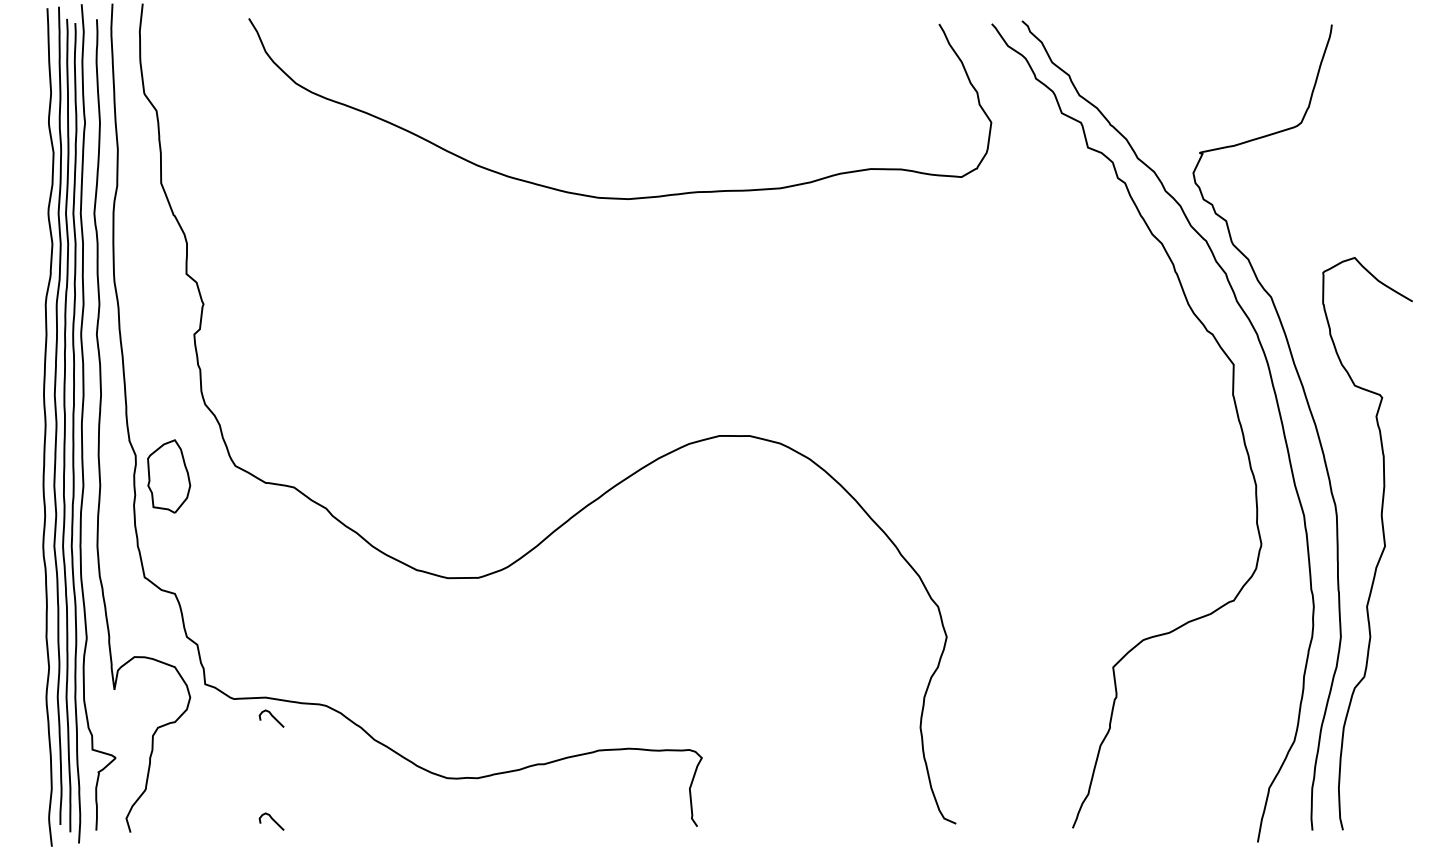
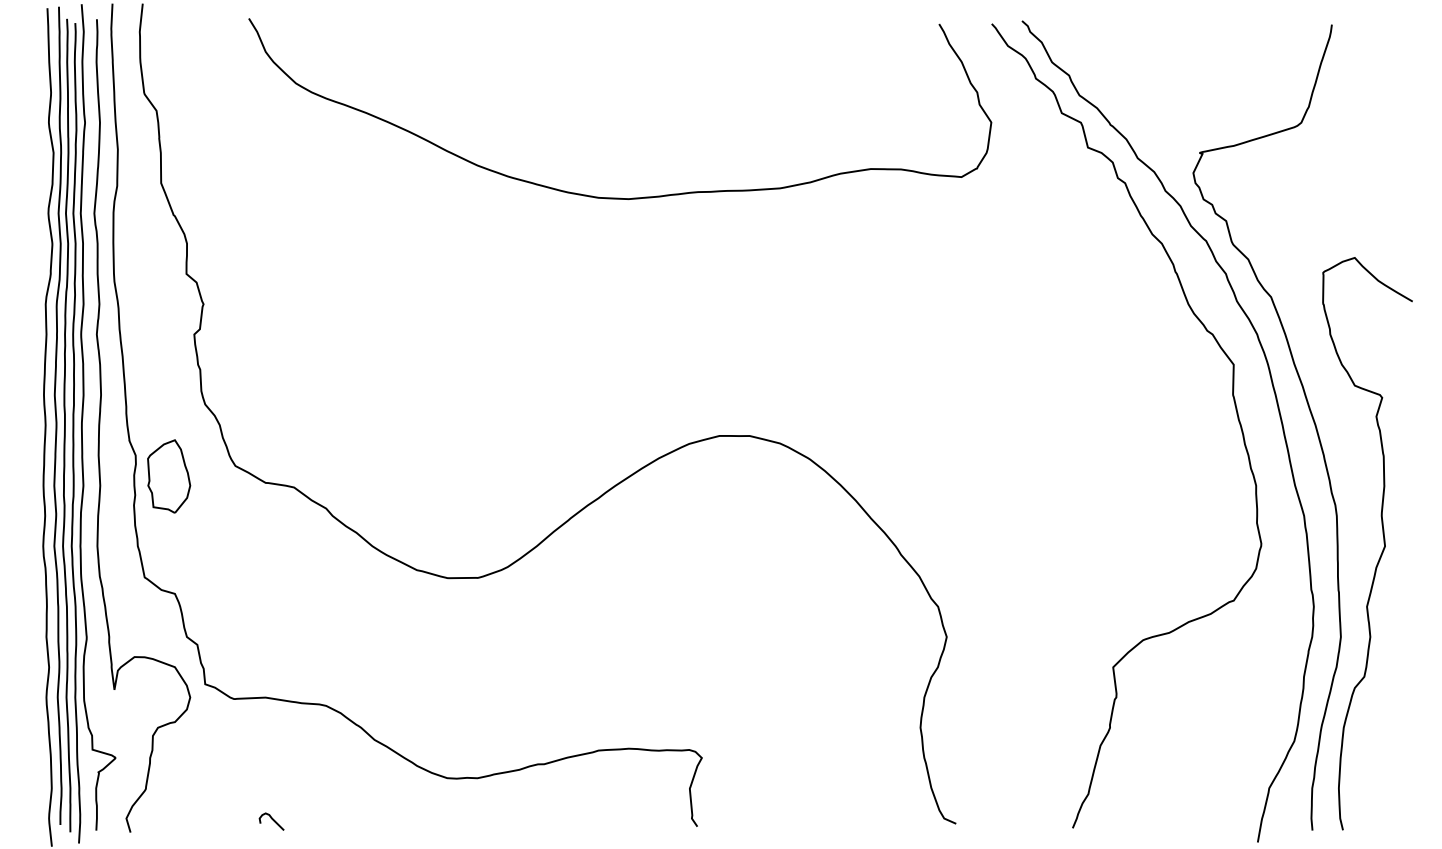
curve at (272, 717): present -> none
